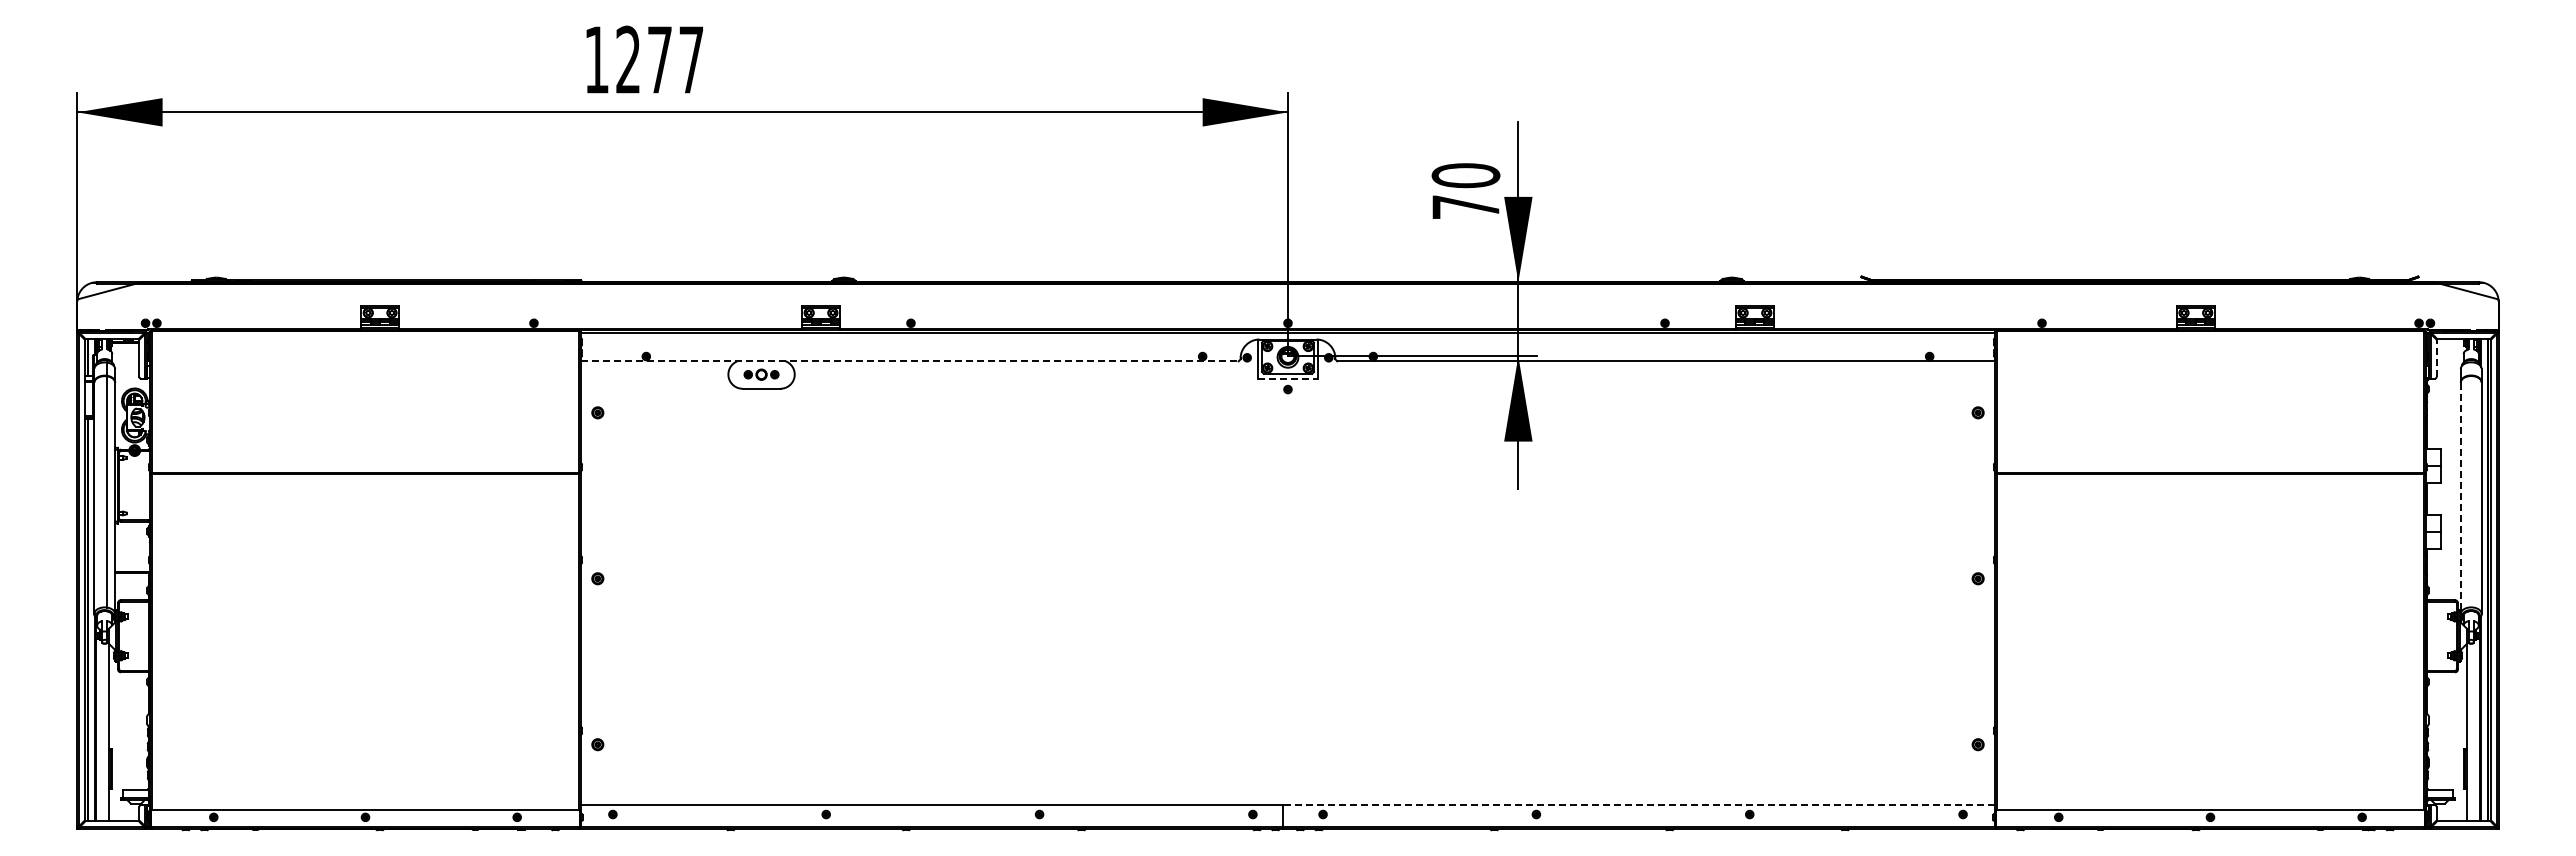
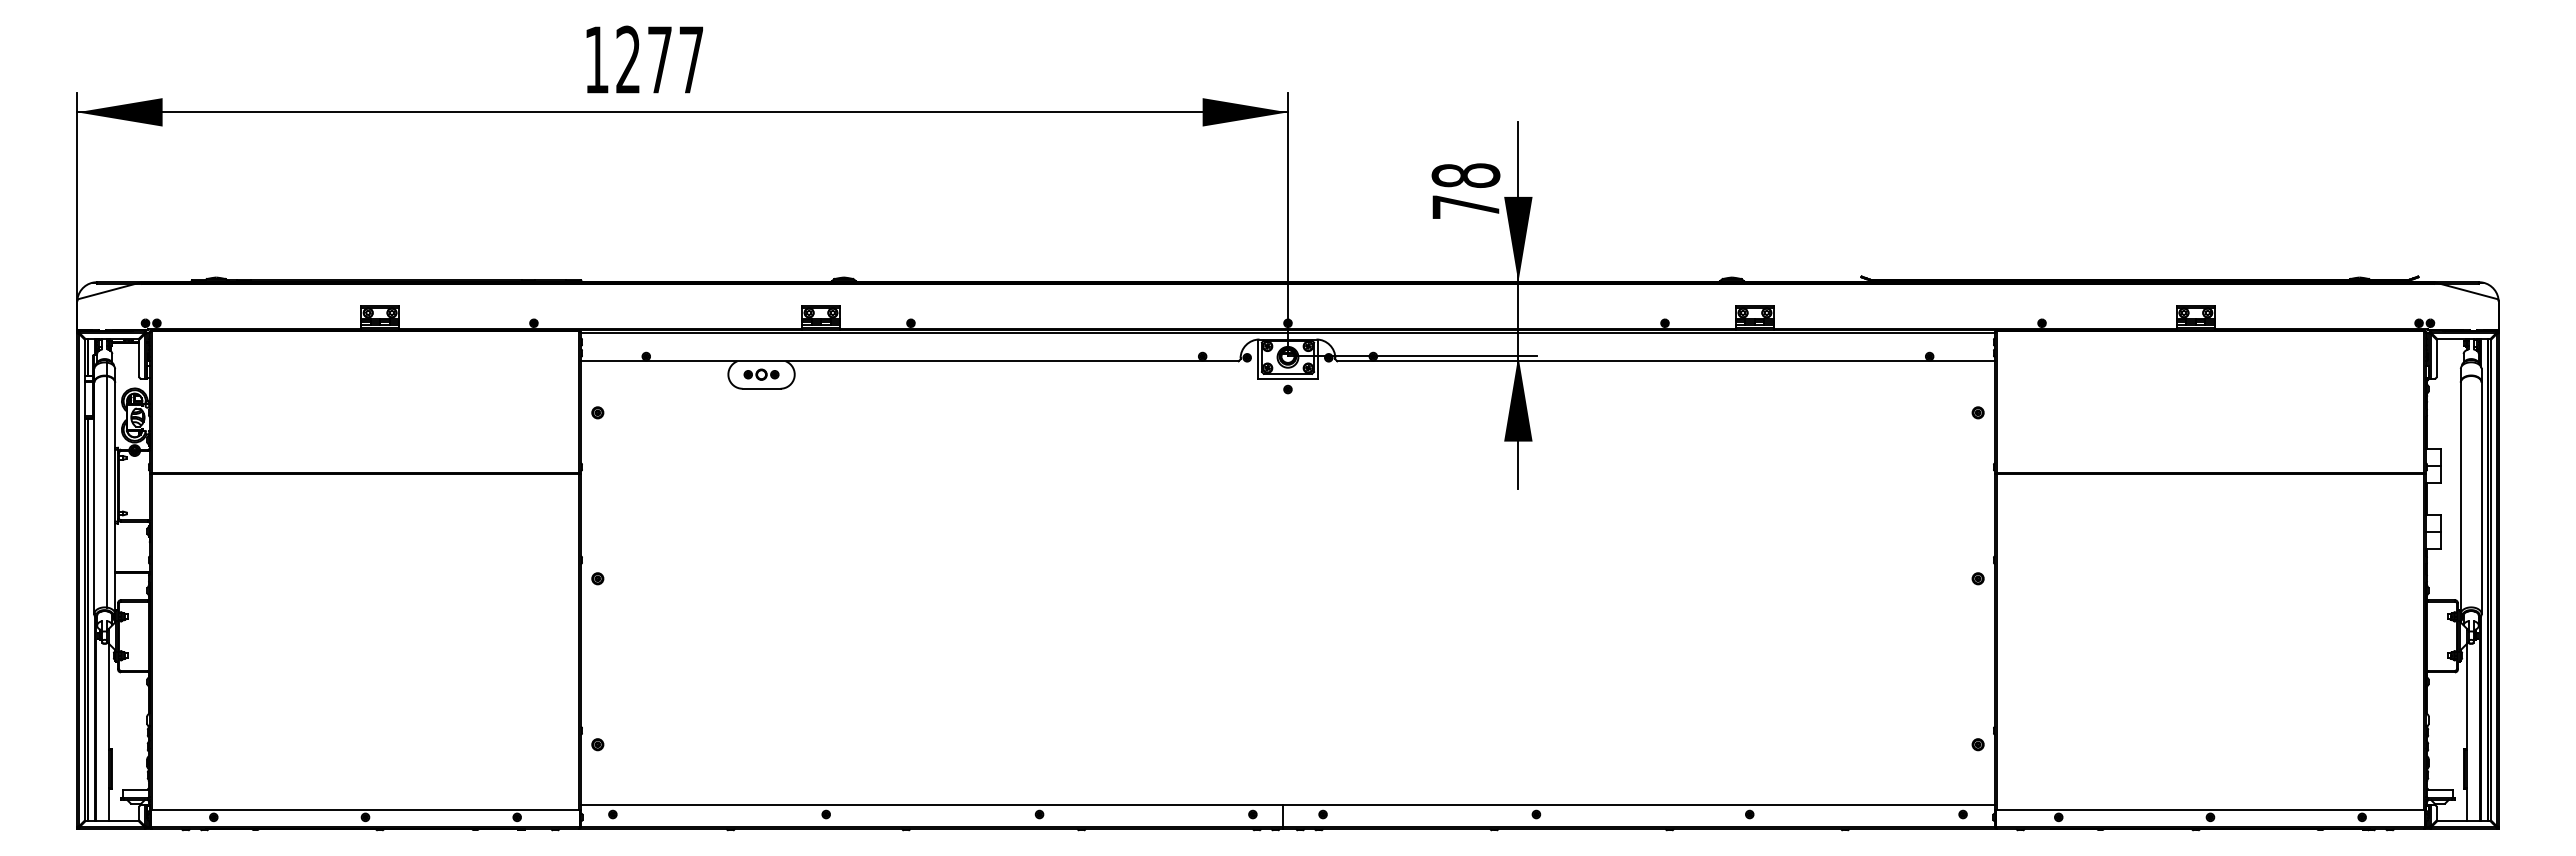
text at (1466, 175): 70 -> 78
line at (2436, 358): dashed -> solid
line at (910, 361): dashed -> solid
line at (1288, 379): dashed -> solid
line at (2460, 497): dashed -> solid
line at (1638, 805): dashed -> solid
